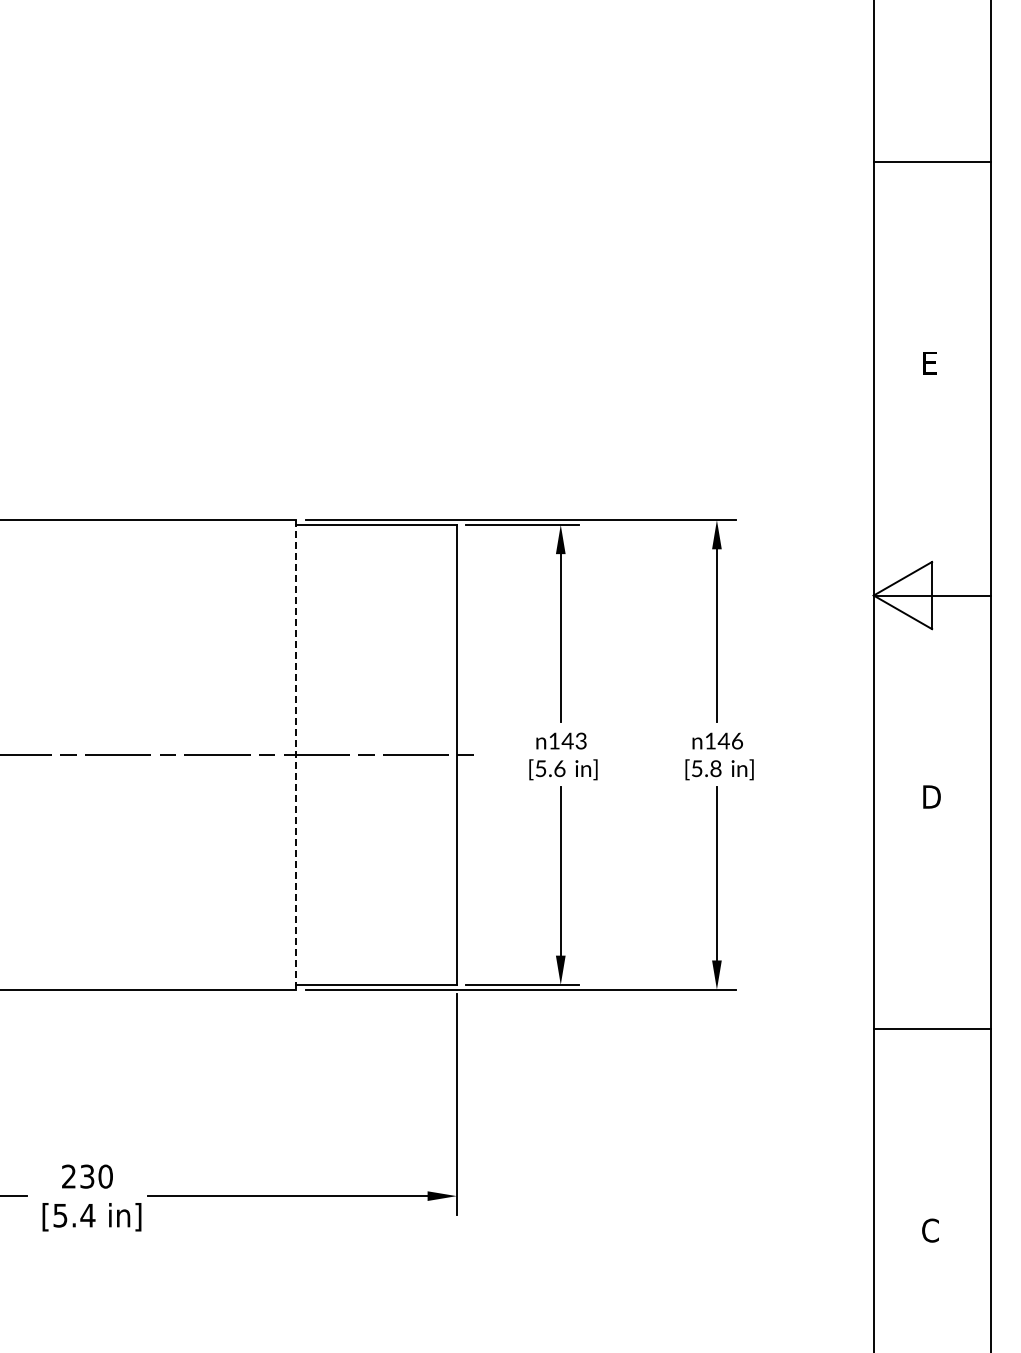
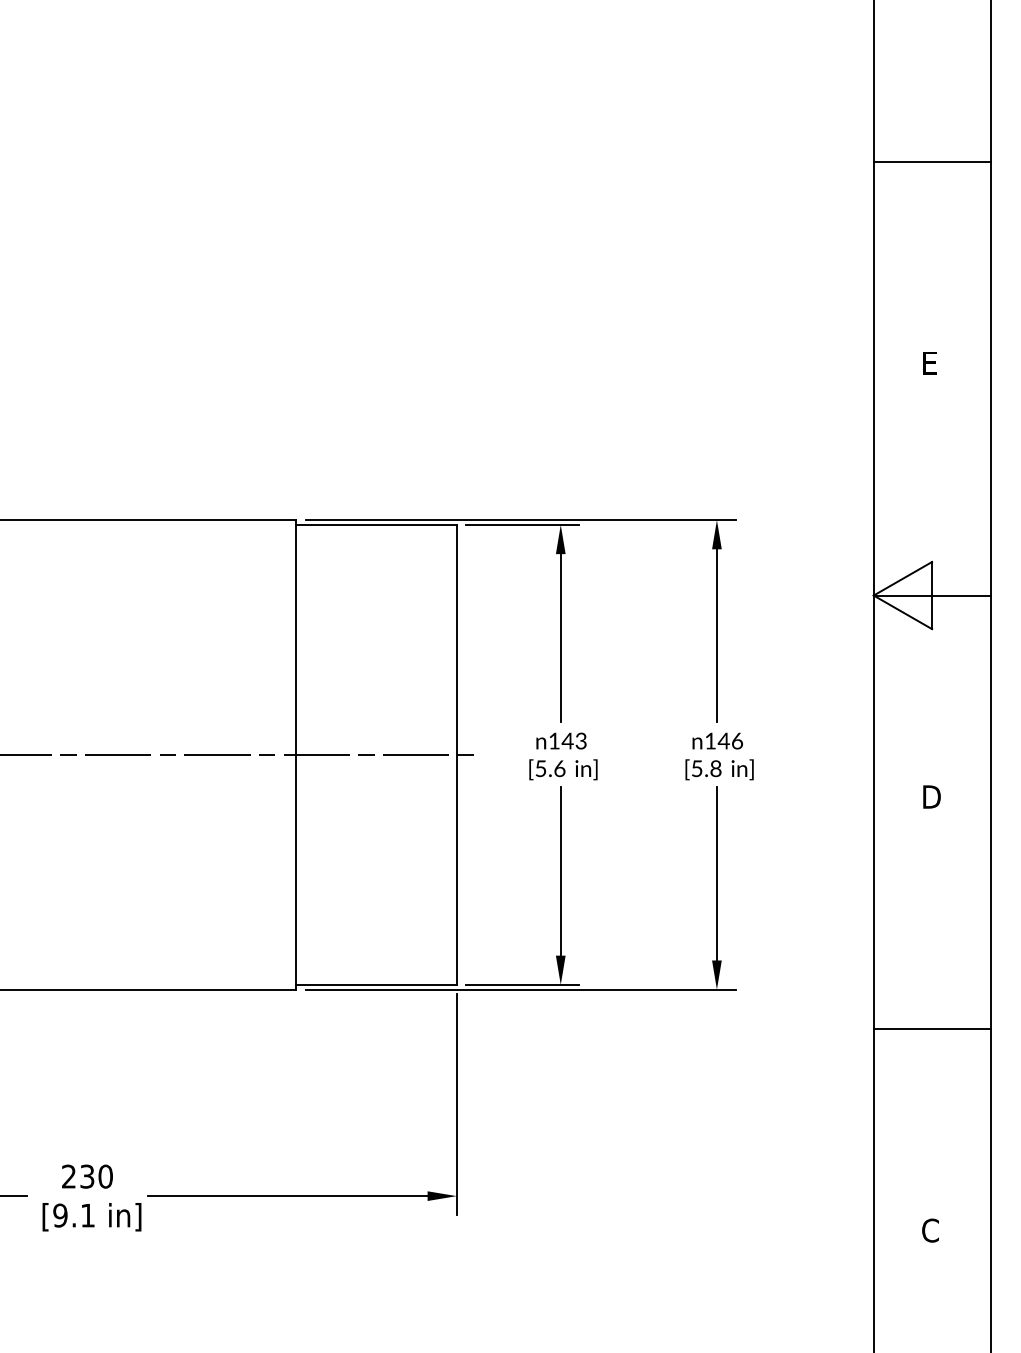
line at (296, 754): dashed -> solid
text at (74, 1215): [5.4 -> [9.1
